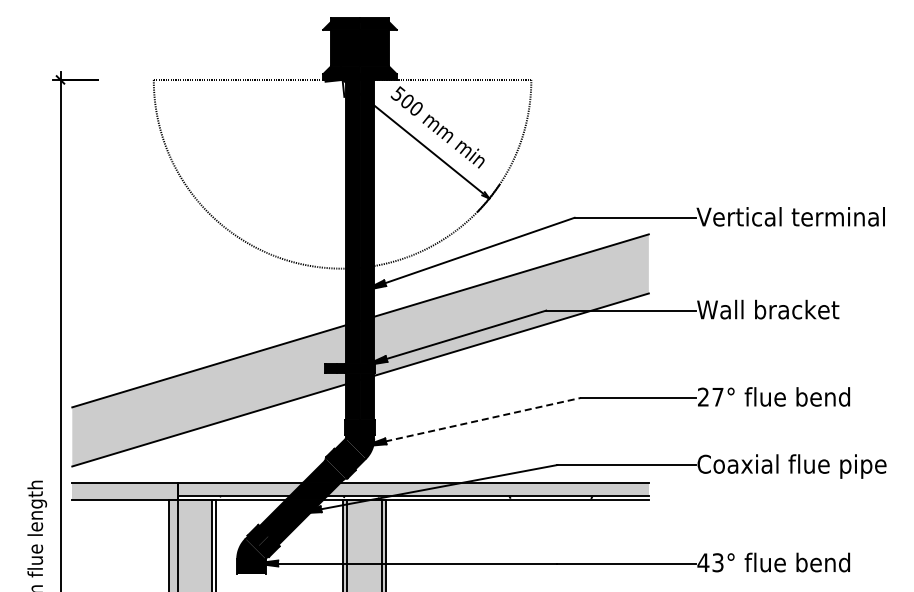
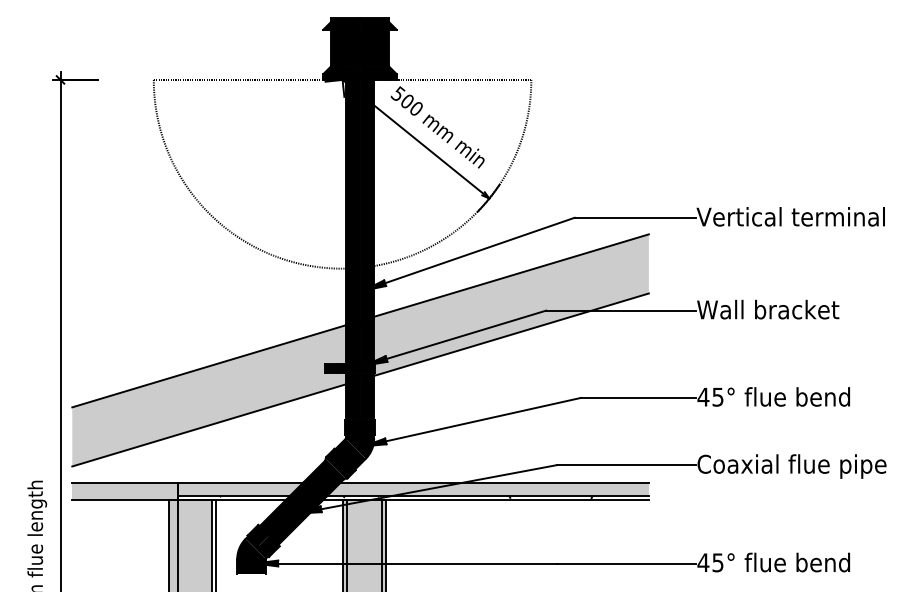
text at (710, 396): 27° -> 45°
line at (472, 422): dashed -> solid
text at (718, 562): 43° -> 45°
